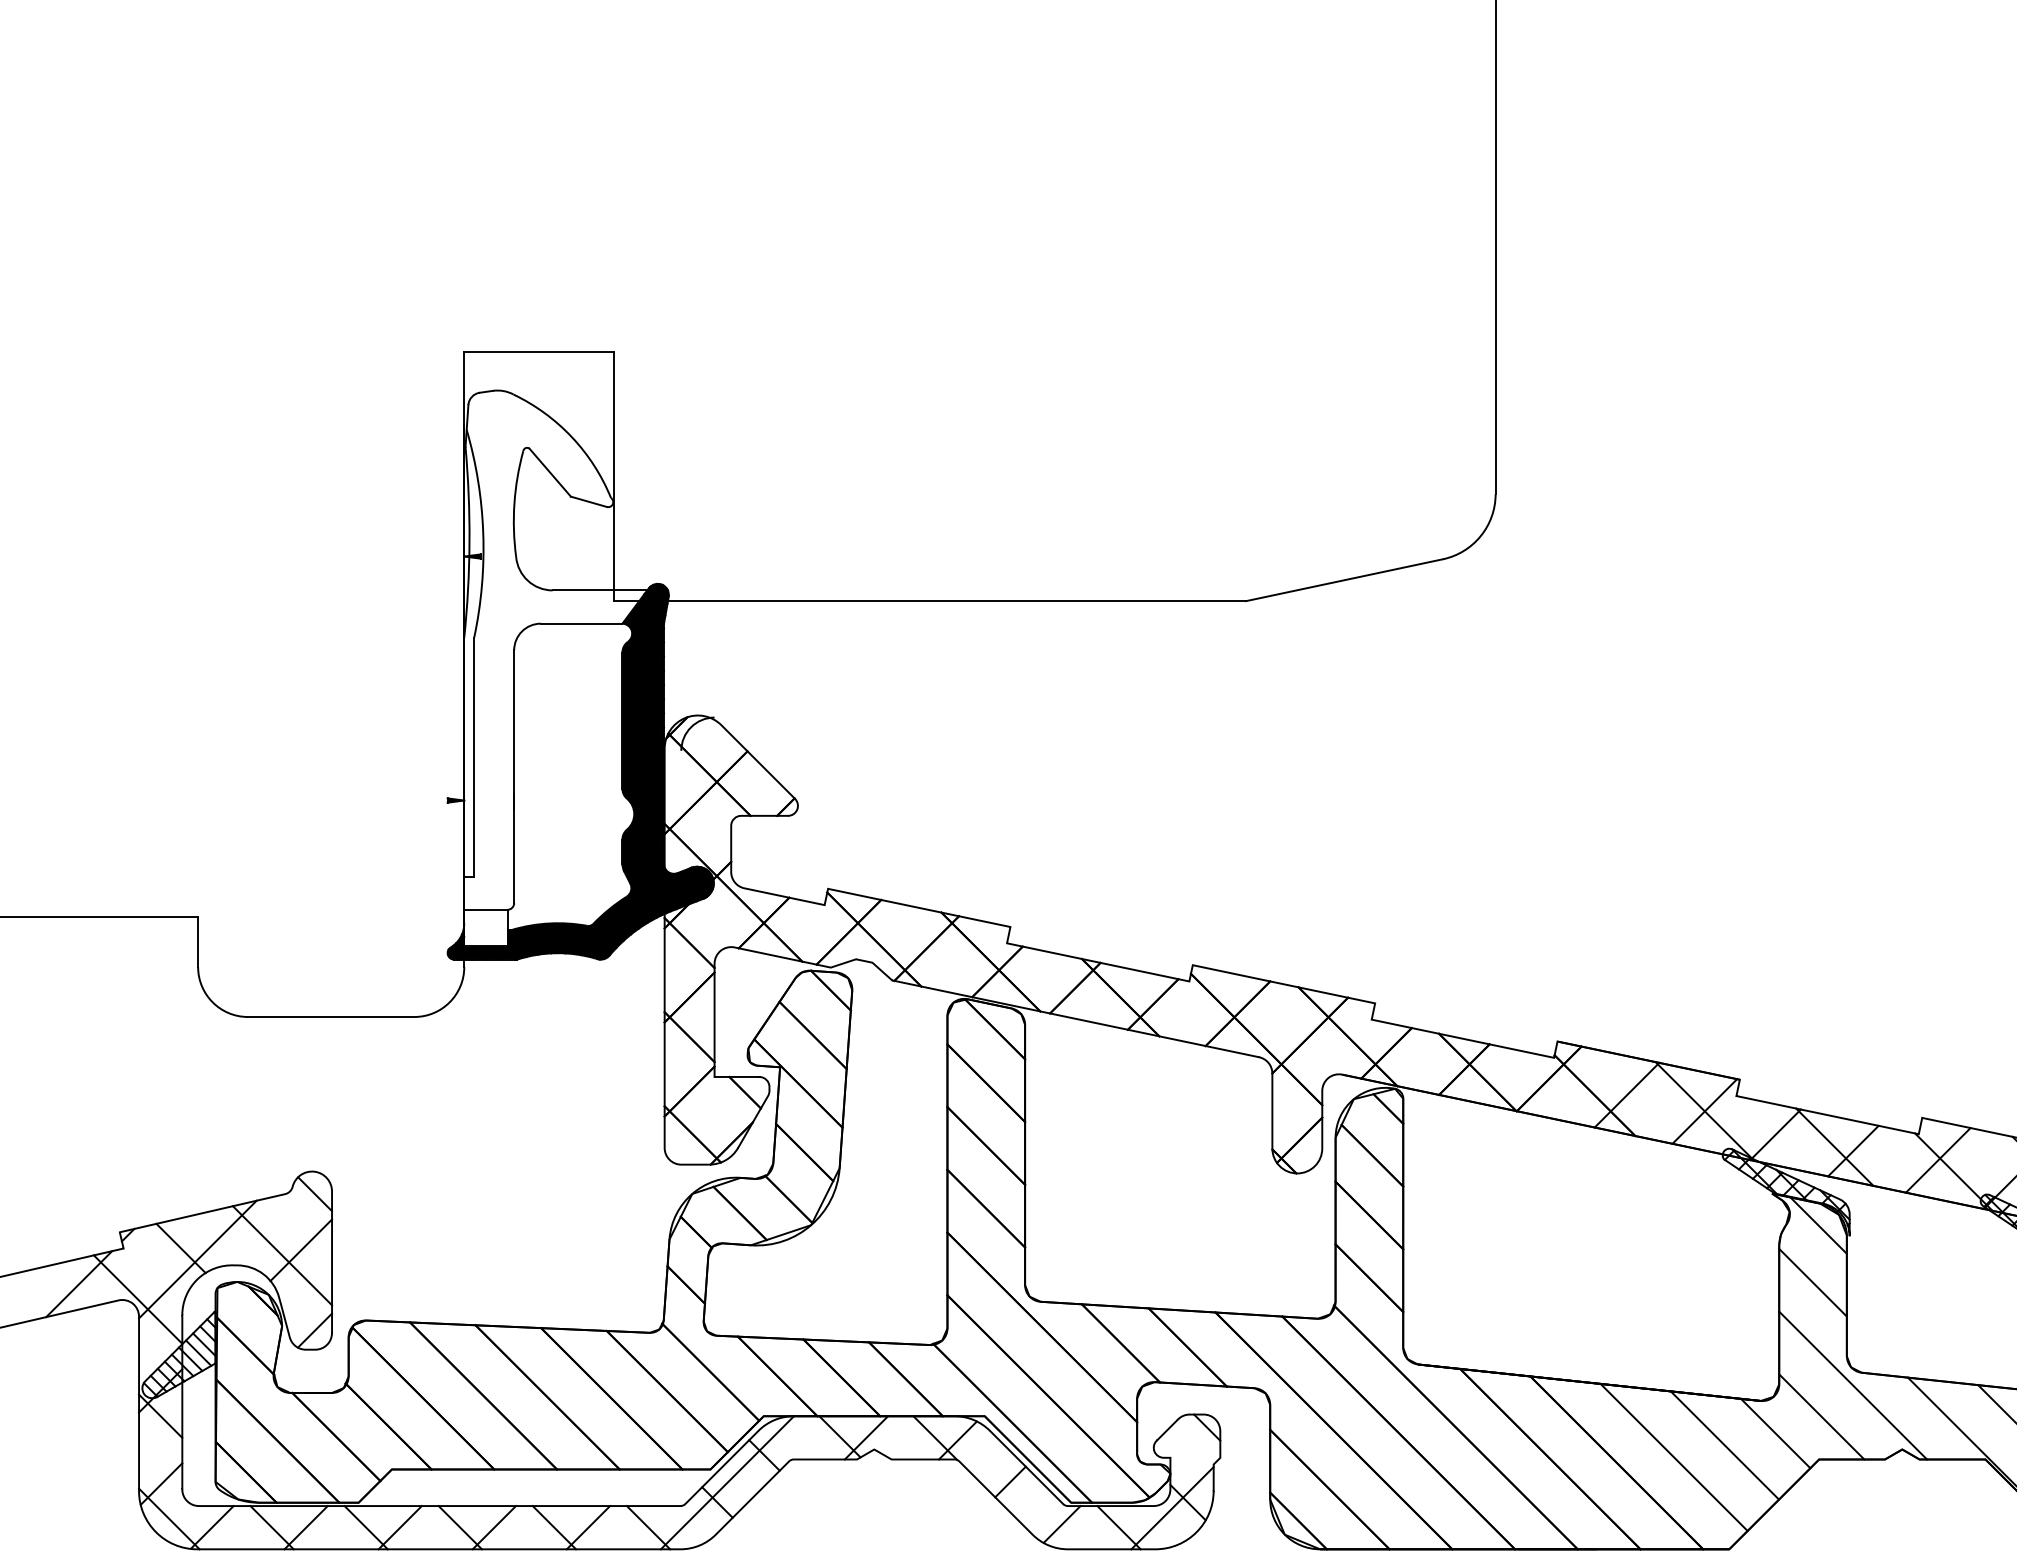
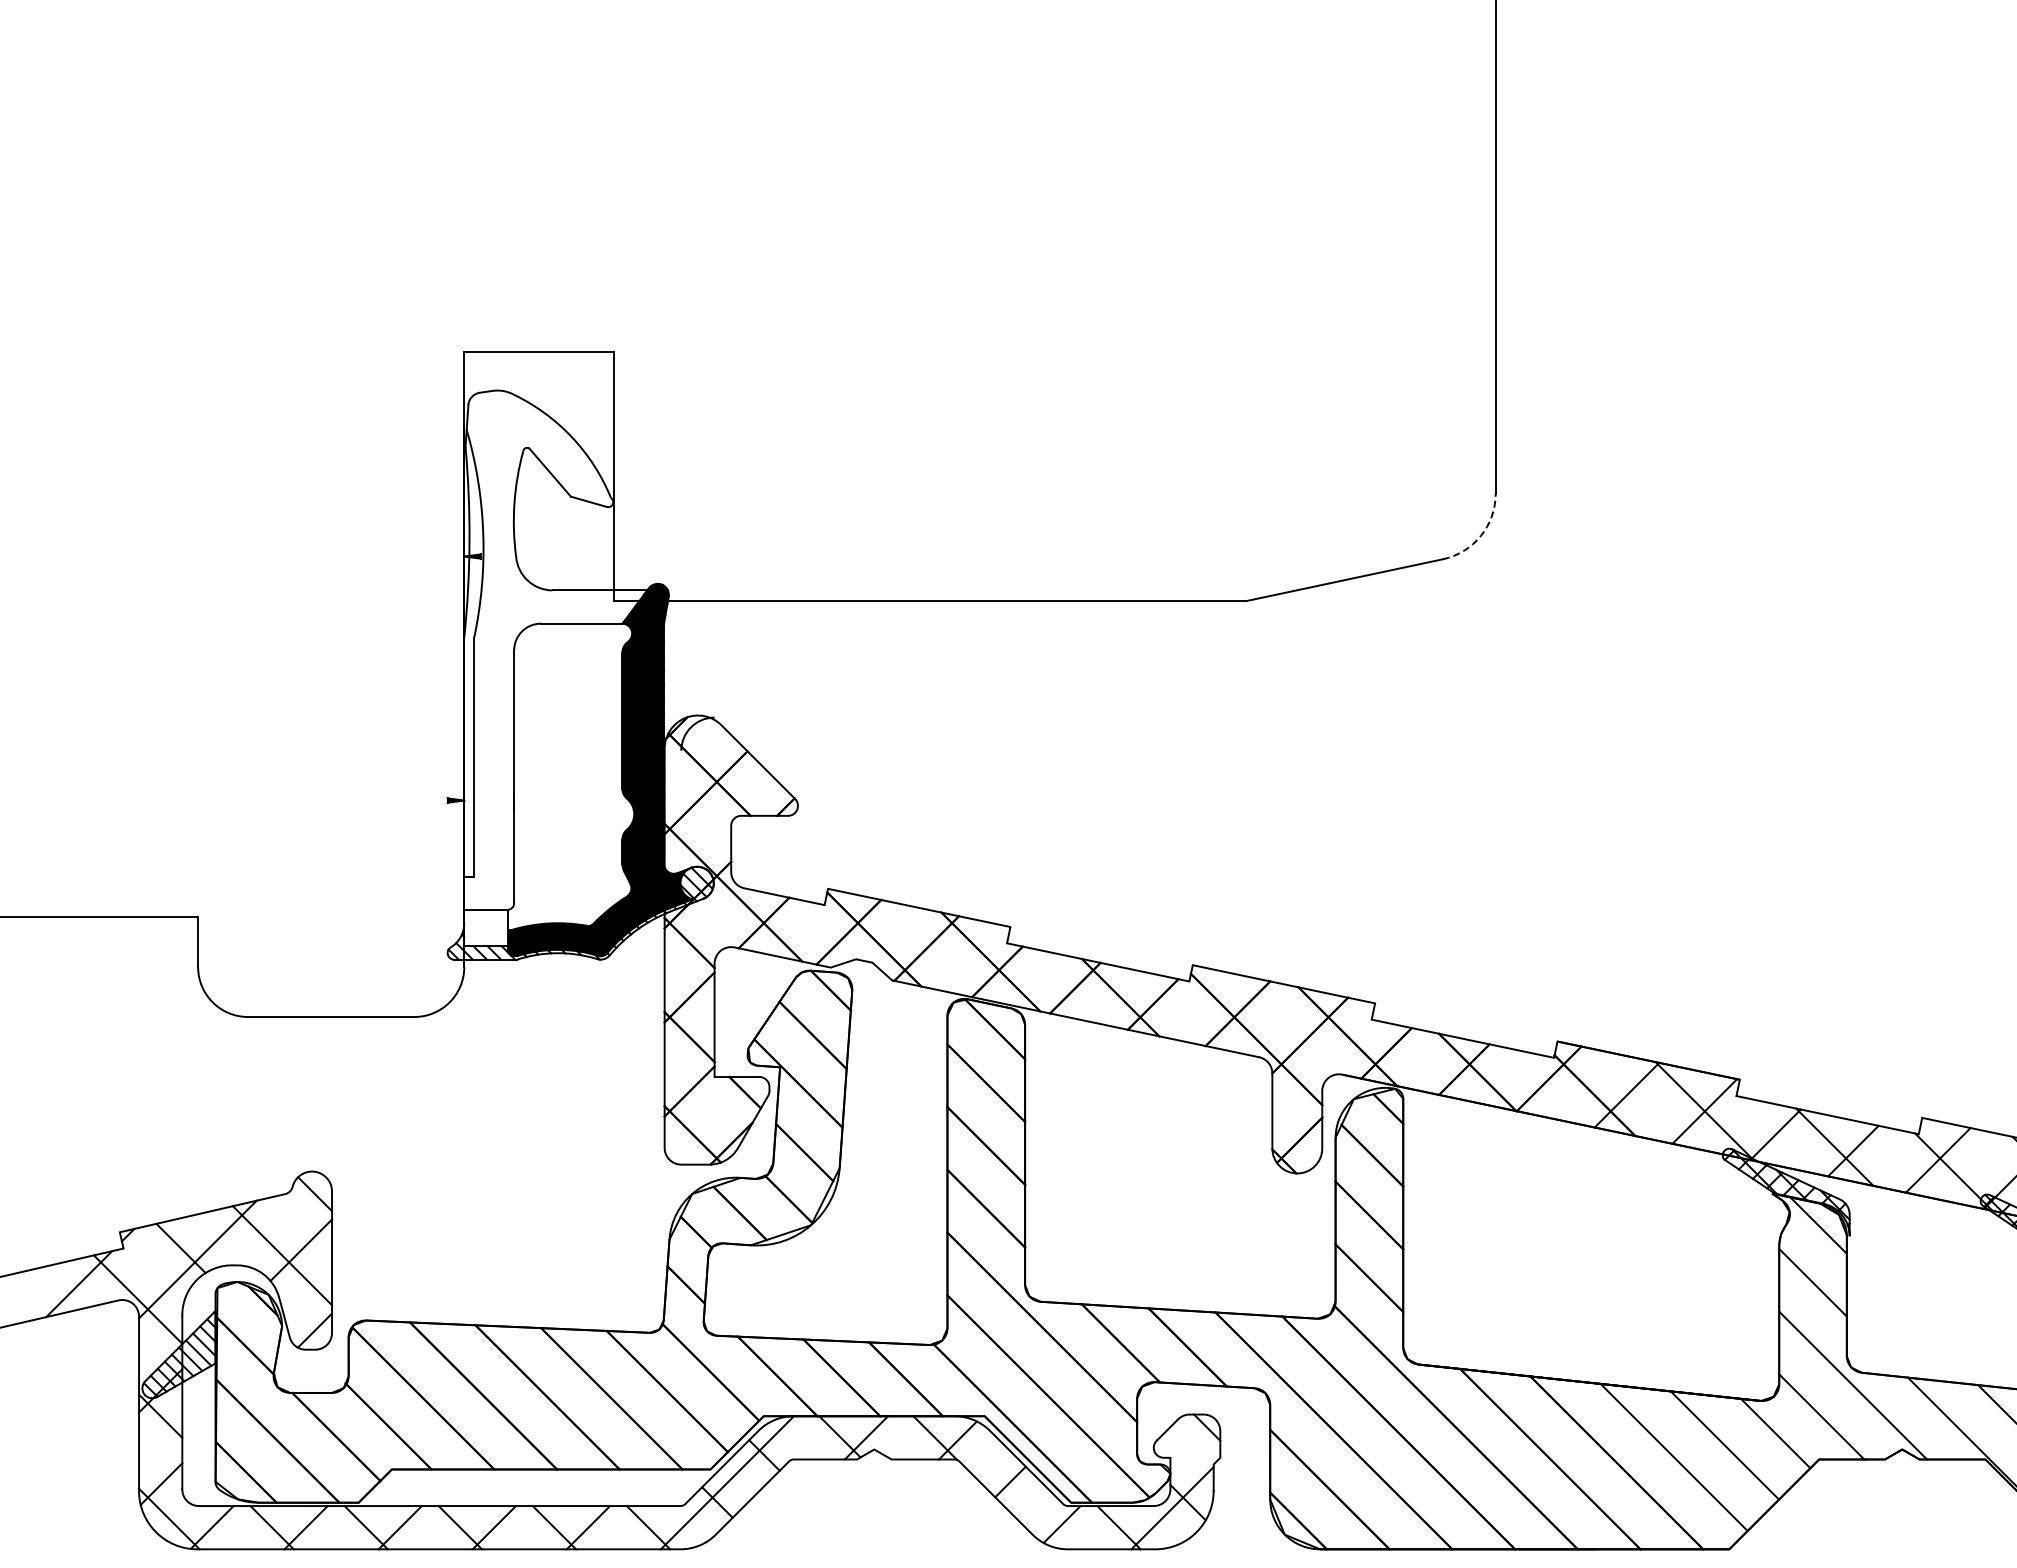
arc at (1480, 536): solid -> dashed
fill at (580, 912): present -> none
